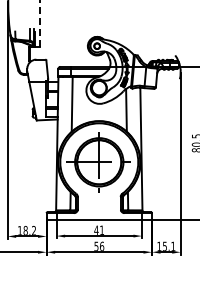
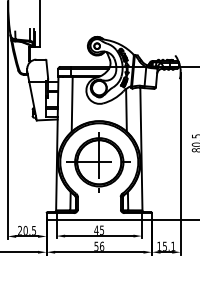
line at (40, 22): dashed -> solid
text at (27, 229): 18.2 -> 20.5
text at (101, 229): 41 -> 45
